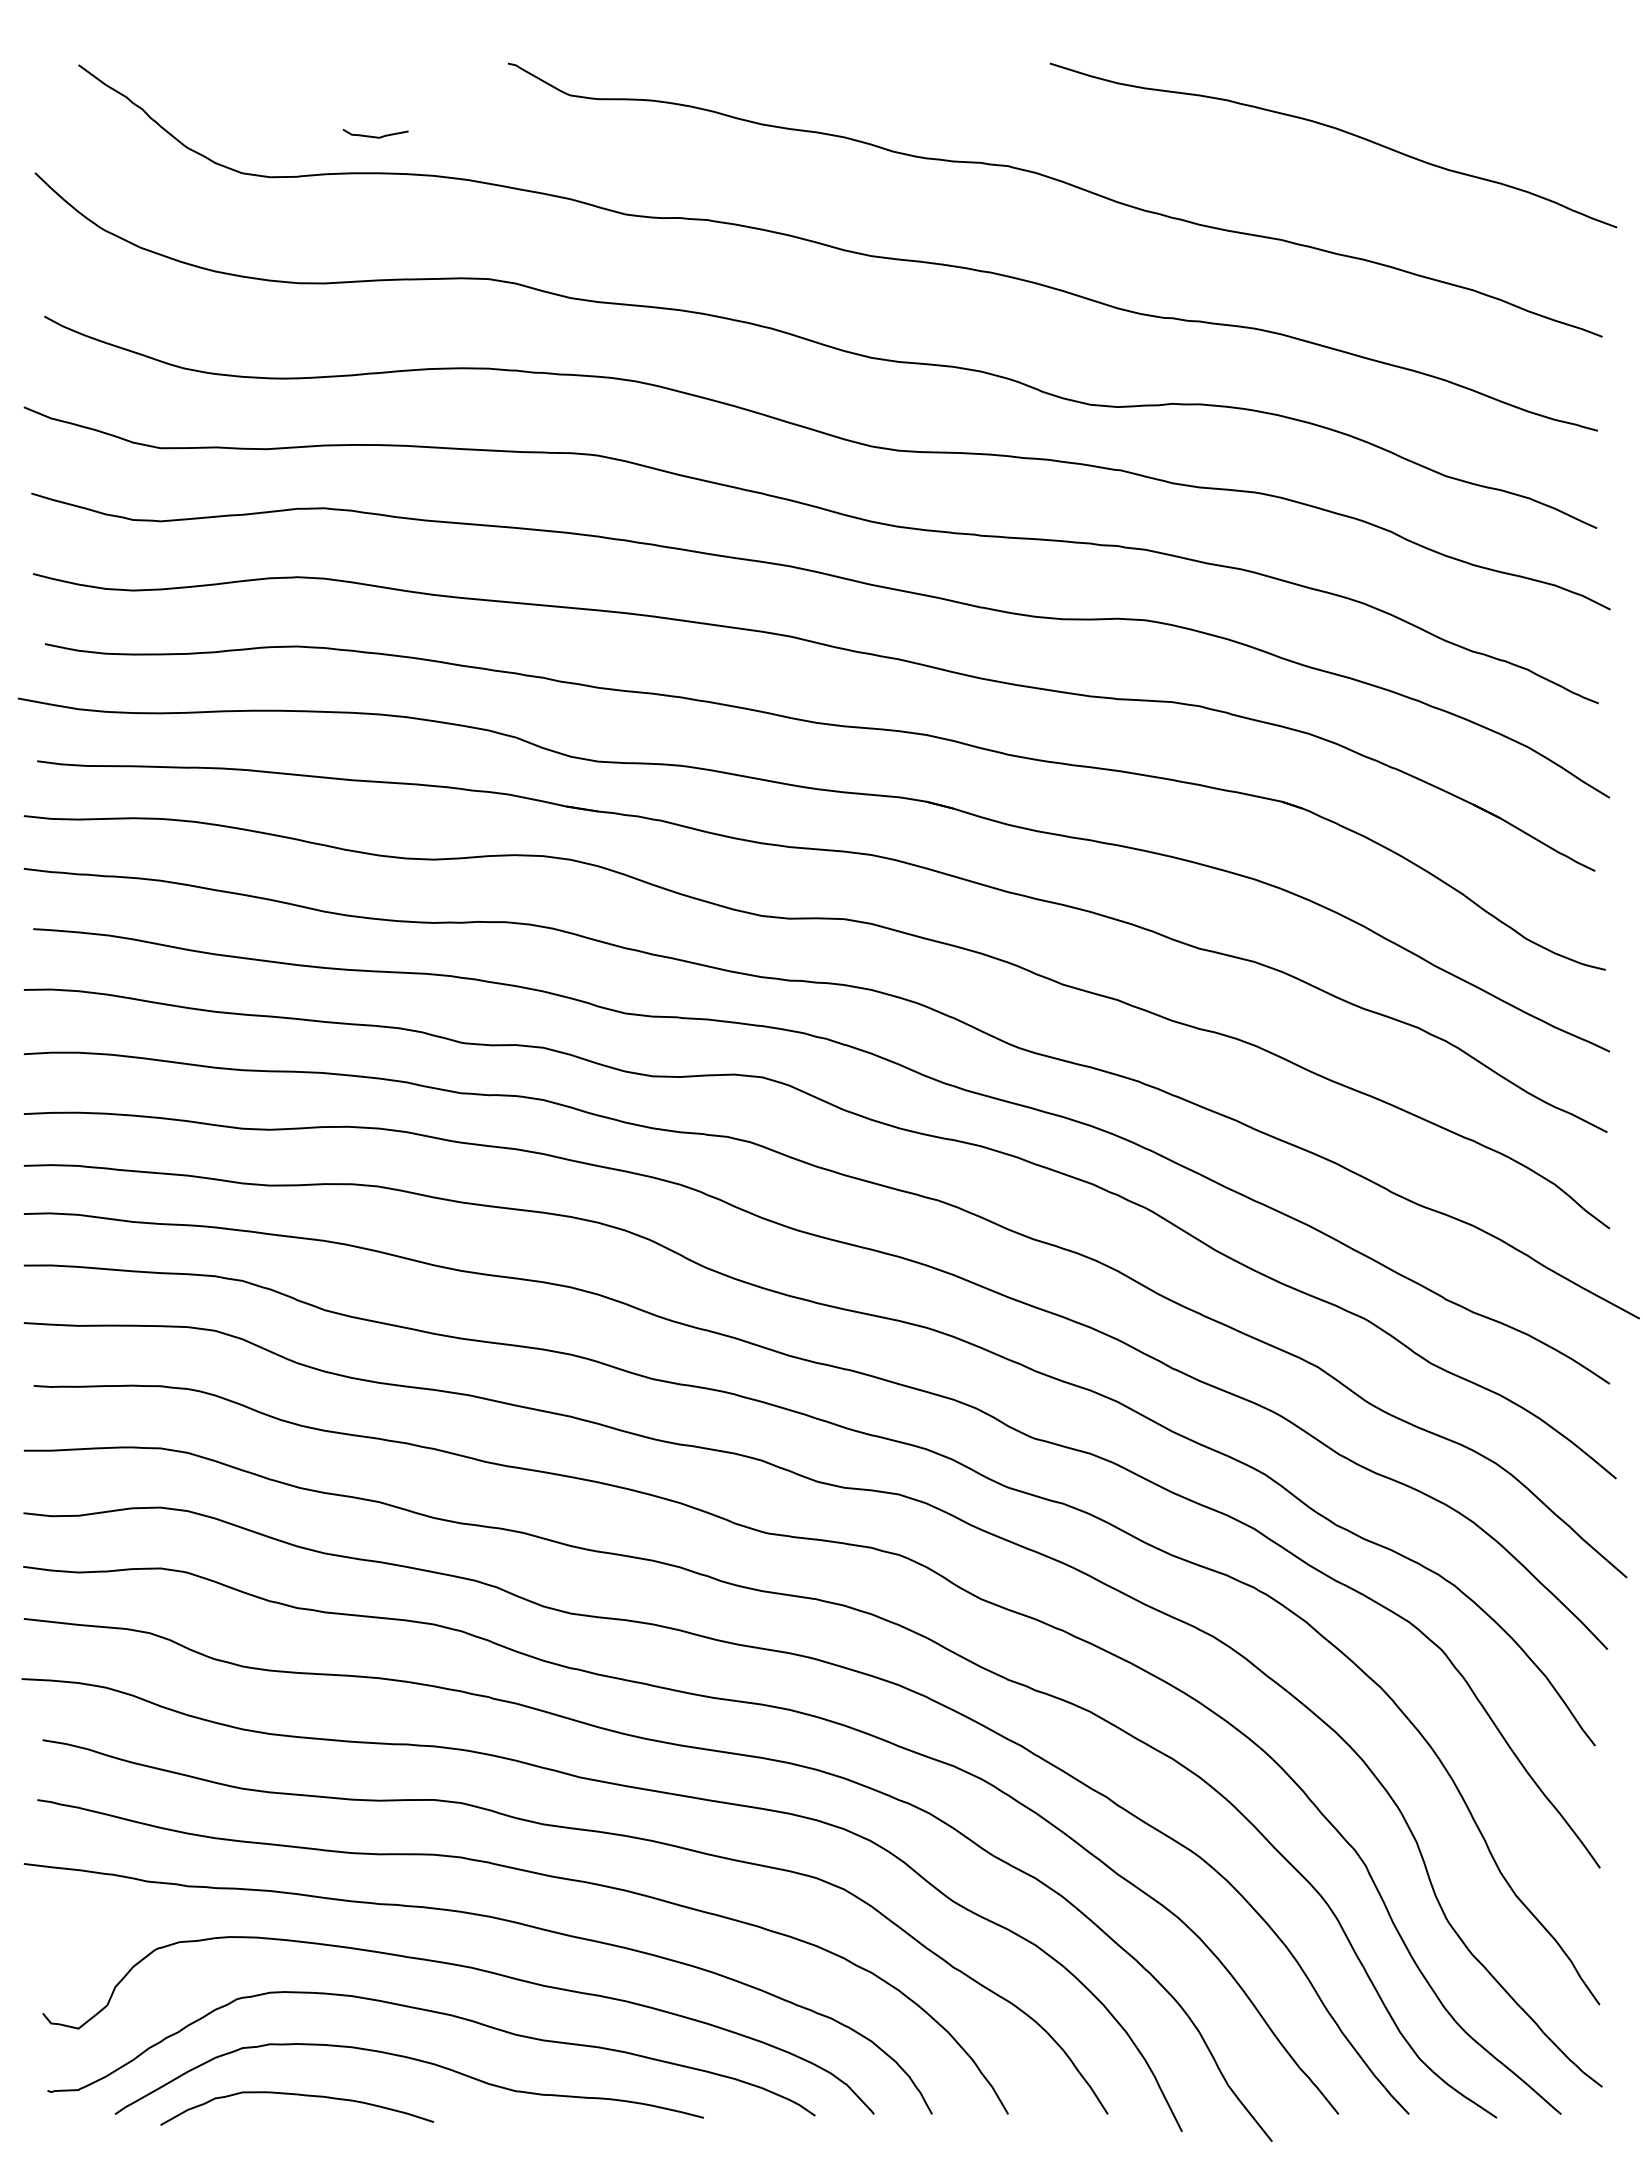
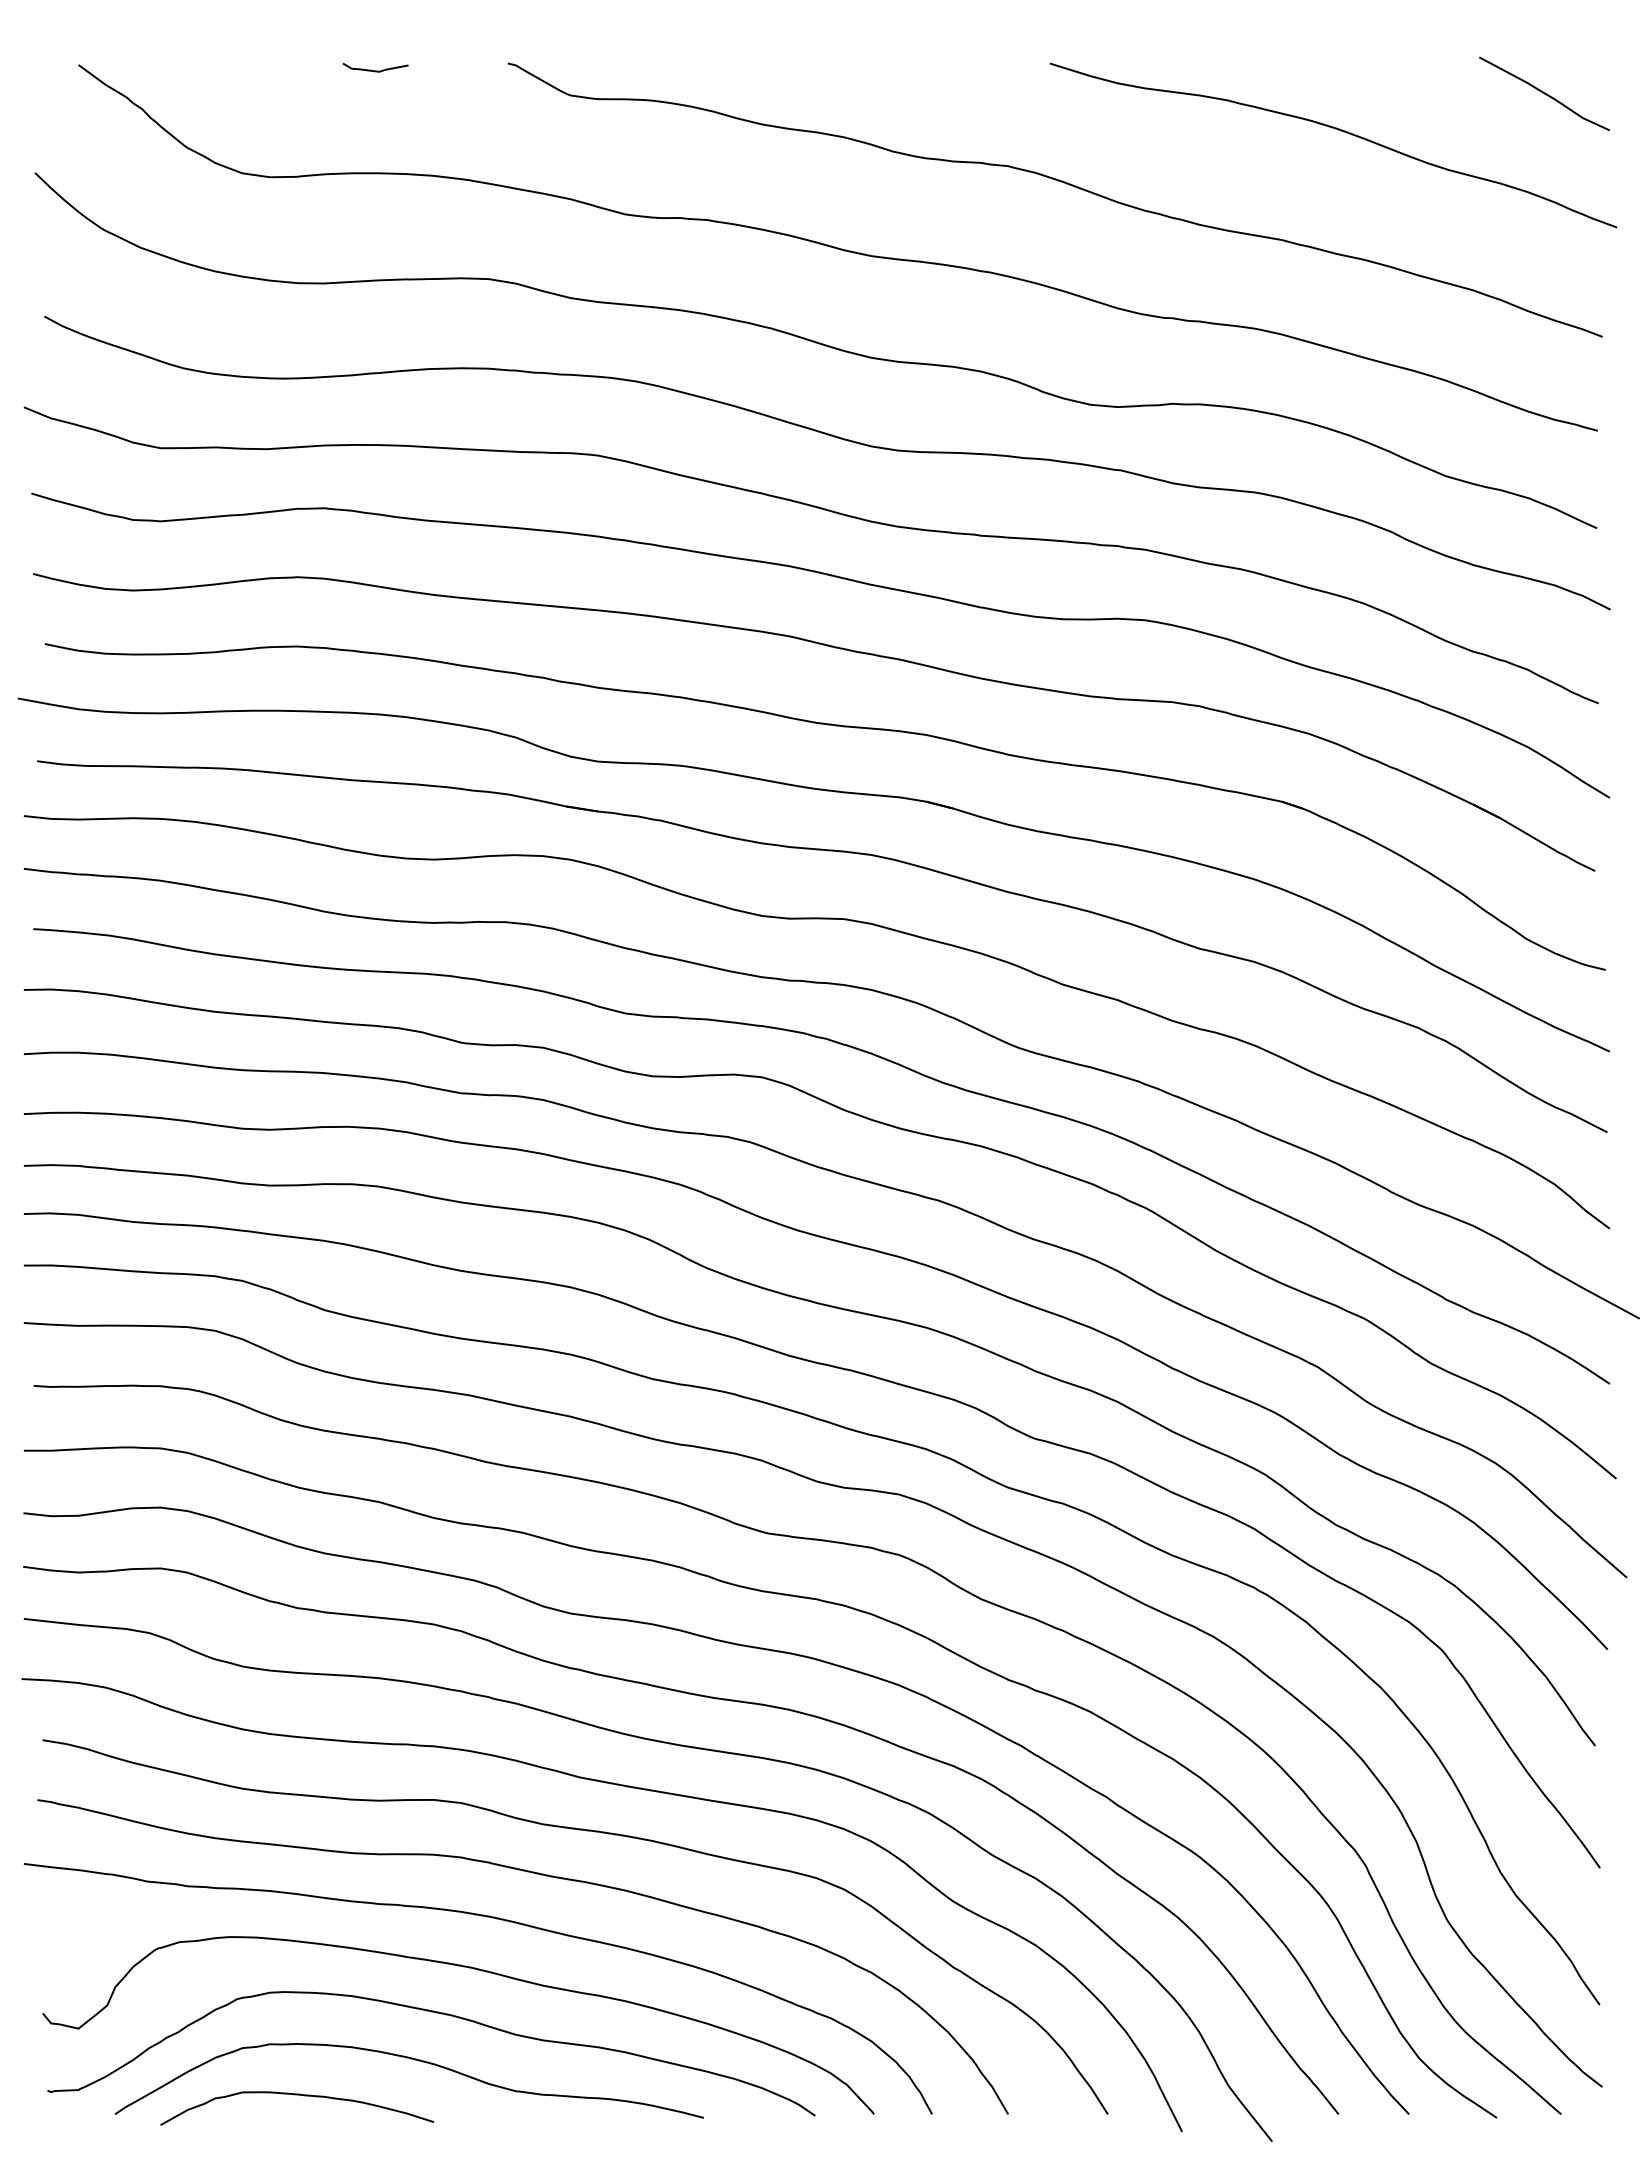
curve at (1544, 93): none -> present
curve at (375, 136) position: (375, 136) -> (375, 70)
